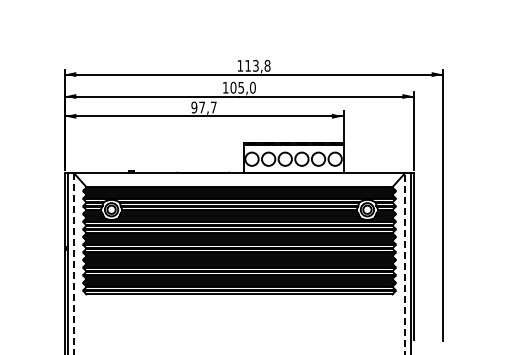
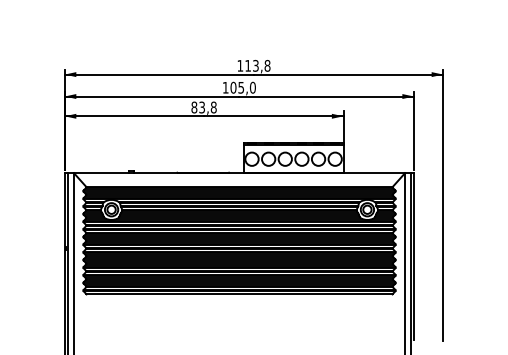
text at (203, 107): 97,7 -> 83,8
line at (74, 264): dashed -> solid
line at (405, 264): dashed -> solid
